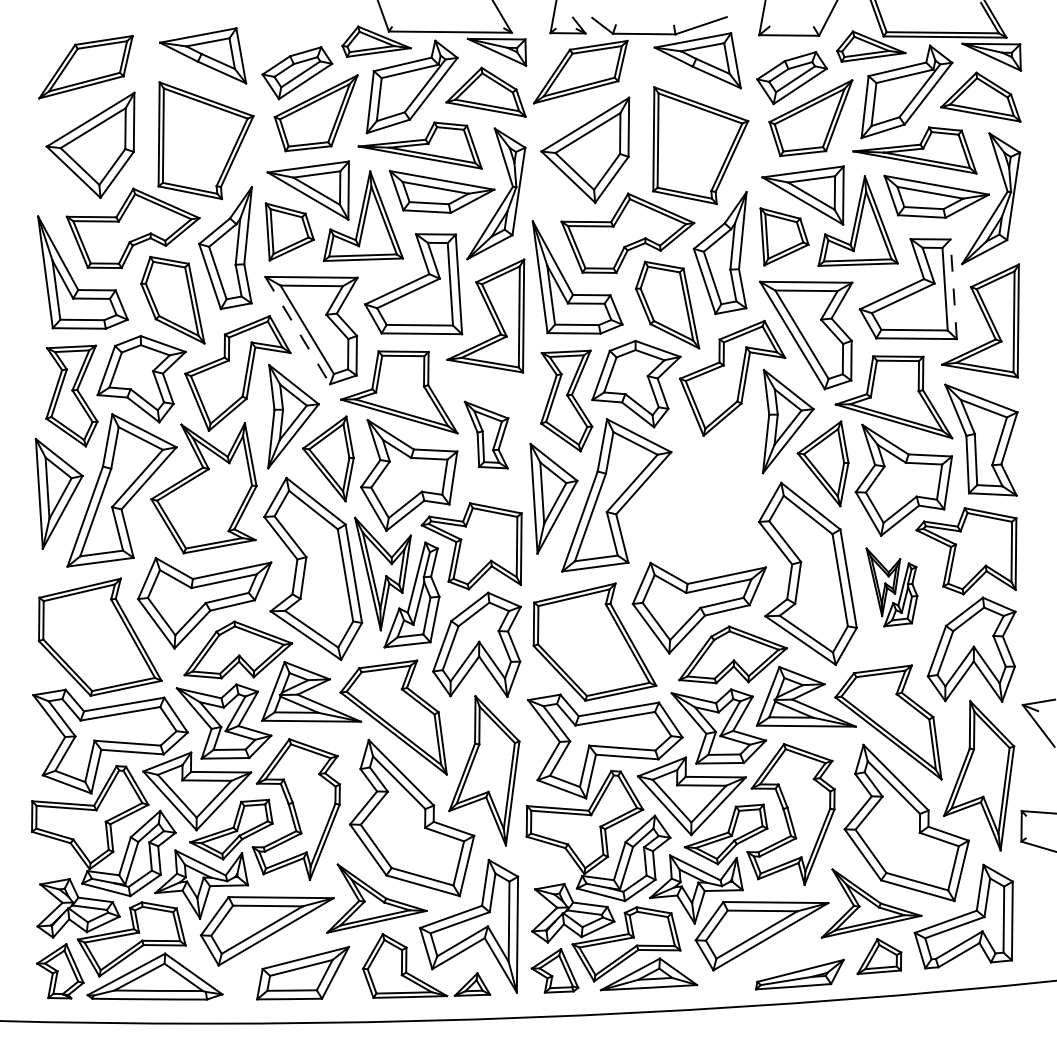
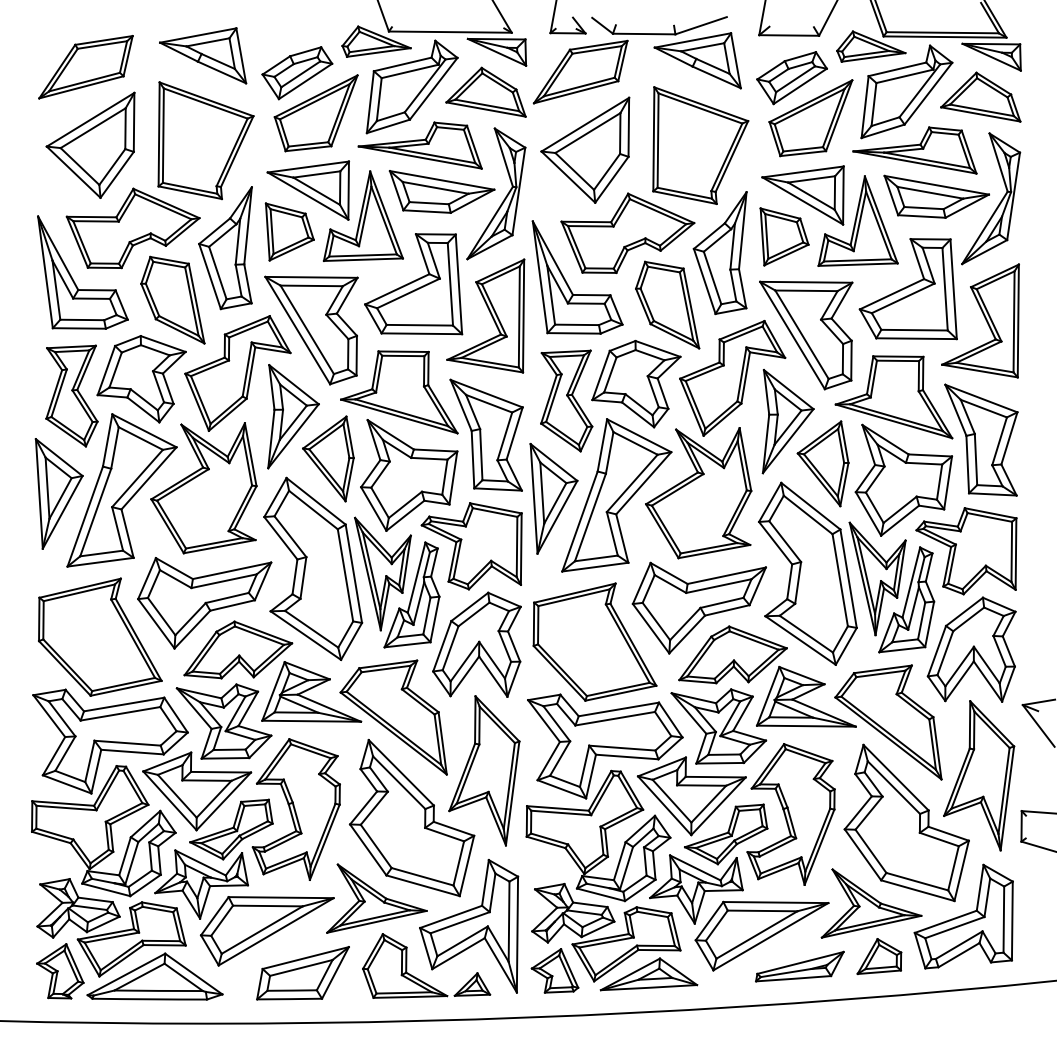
line at (953, 289): dashed -> solid
line at (297, 330): dashed -> solid
part at (486, 434) size: 47x70 px -> 75x114 px
part at (698, 493): none -> present
part at (891, 587) size: 54x81 px -> 88x133 px
part at (799, 974) position: (799, 974) -> (799, 966)
